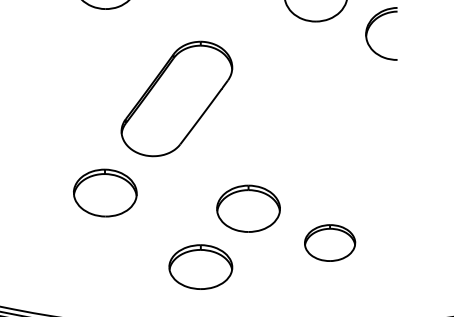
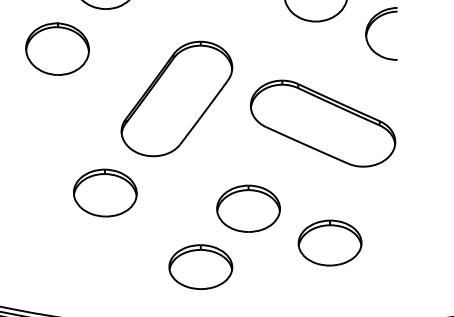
part at (57, 48): none -> present
part at (322, 123): none -> present
part at (330, 242) size: 53x38 px -> 66x48 px
